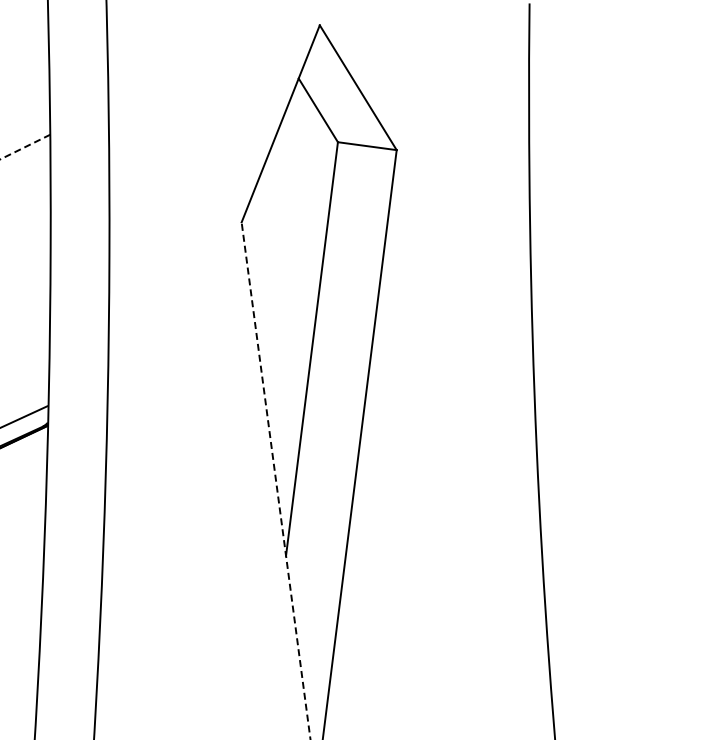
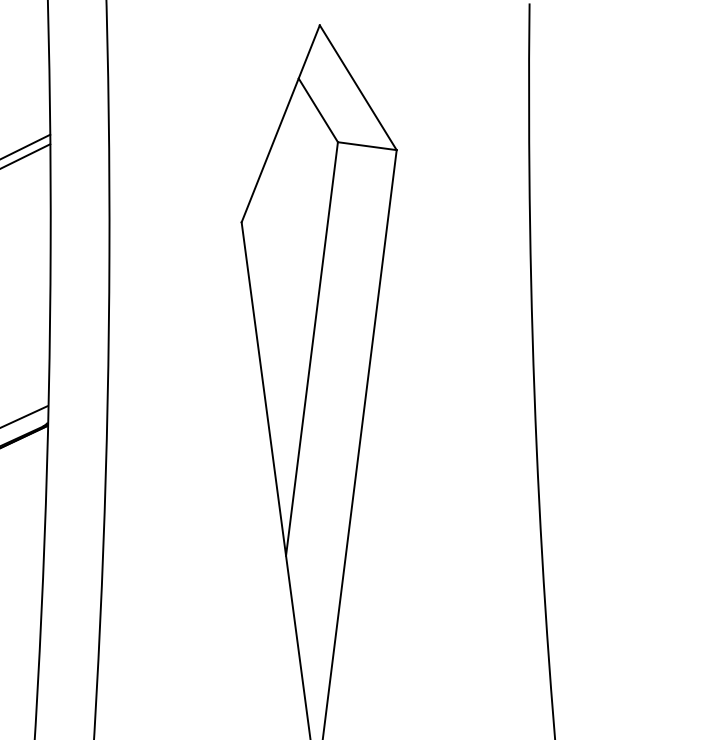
line at (25, 147): dashed -> solid
line at (26, 155): none -> present
line at (276, 480): dashed -> solid
